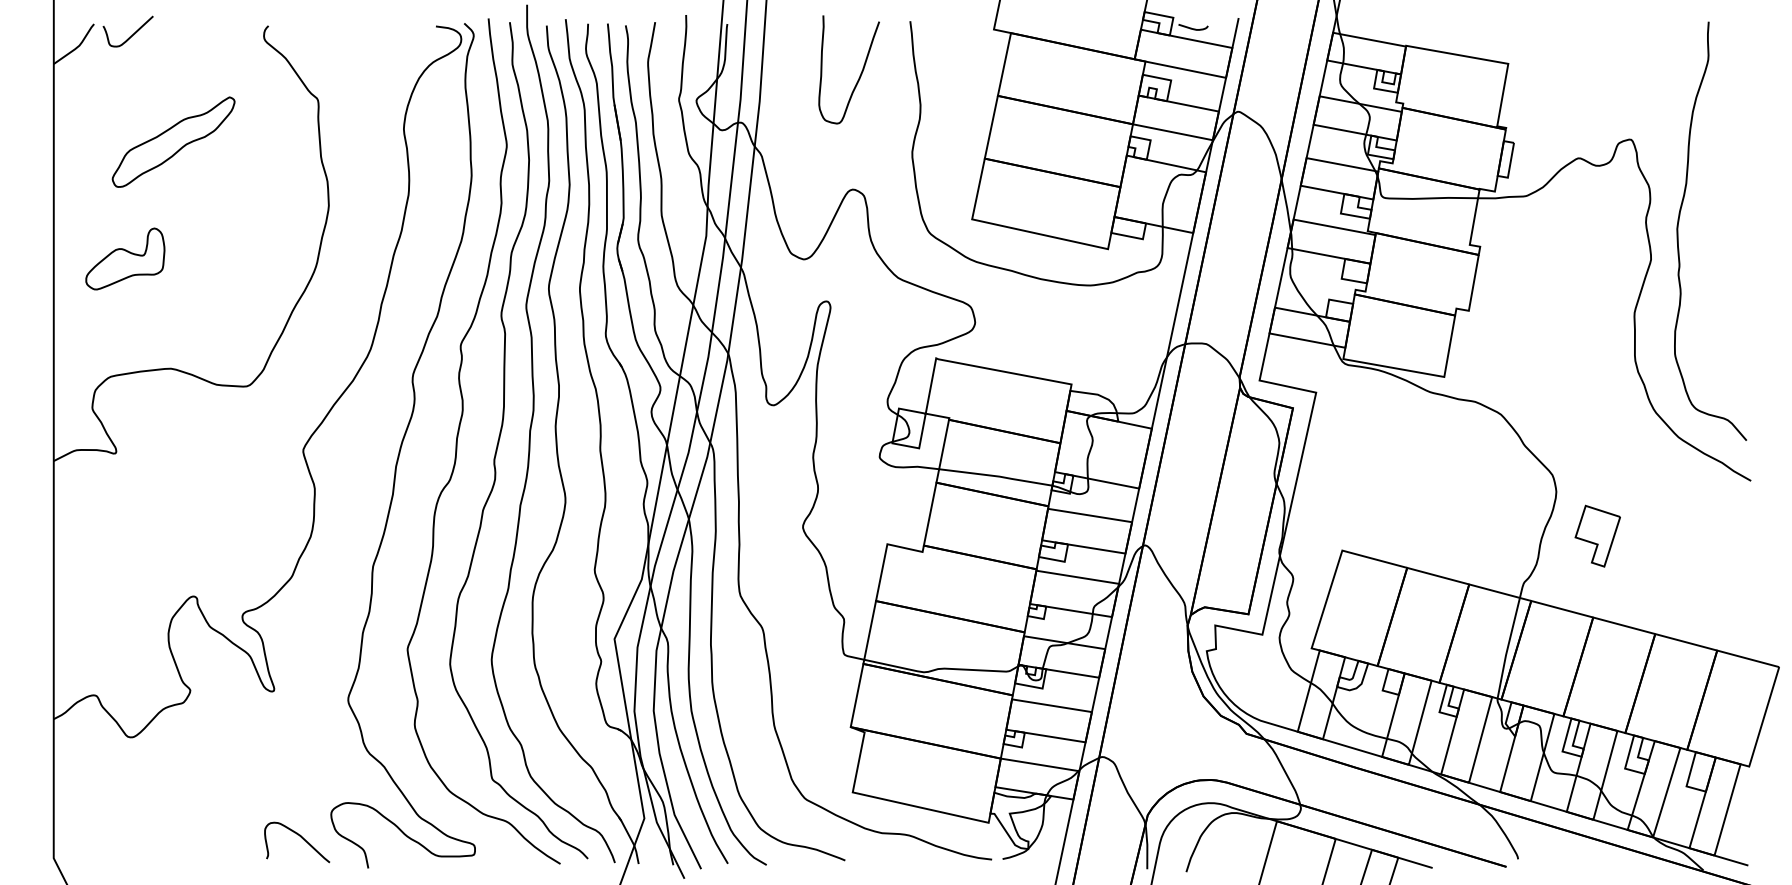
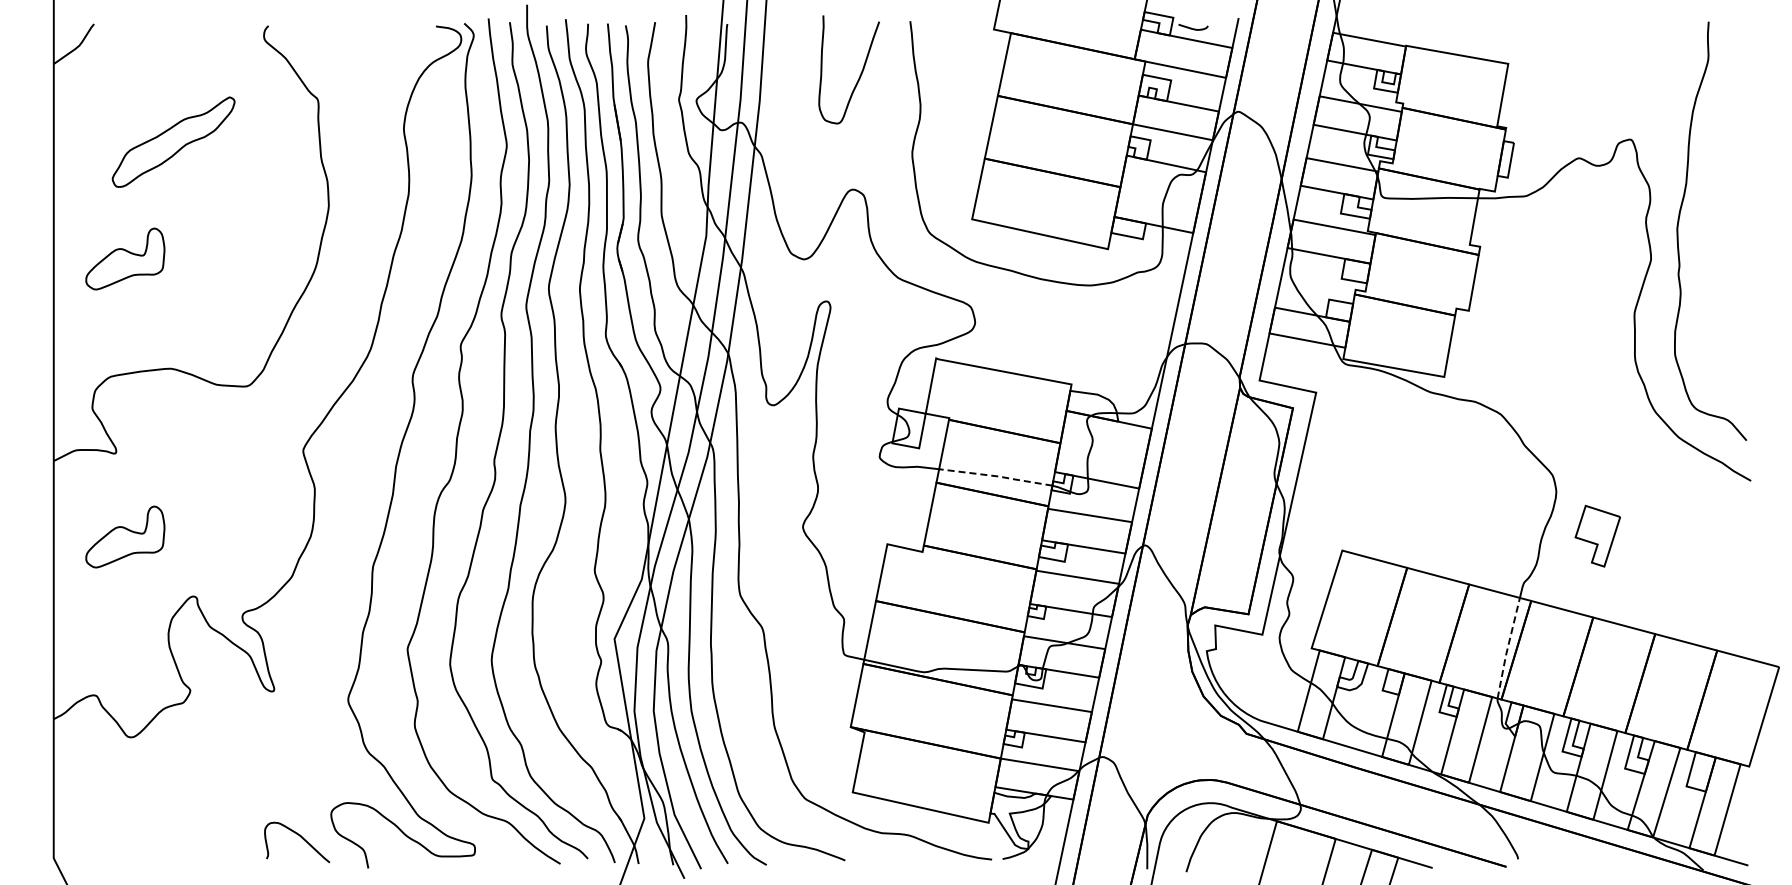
curve at (129, 36): present -> none
line at (997, 476): solid -> dashed
part at (125, 536): none -> present
line at (1507, 648): solid -> dashed
